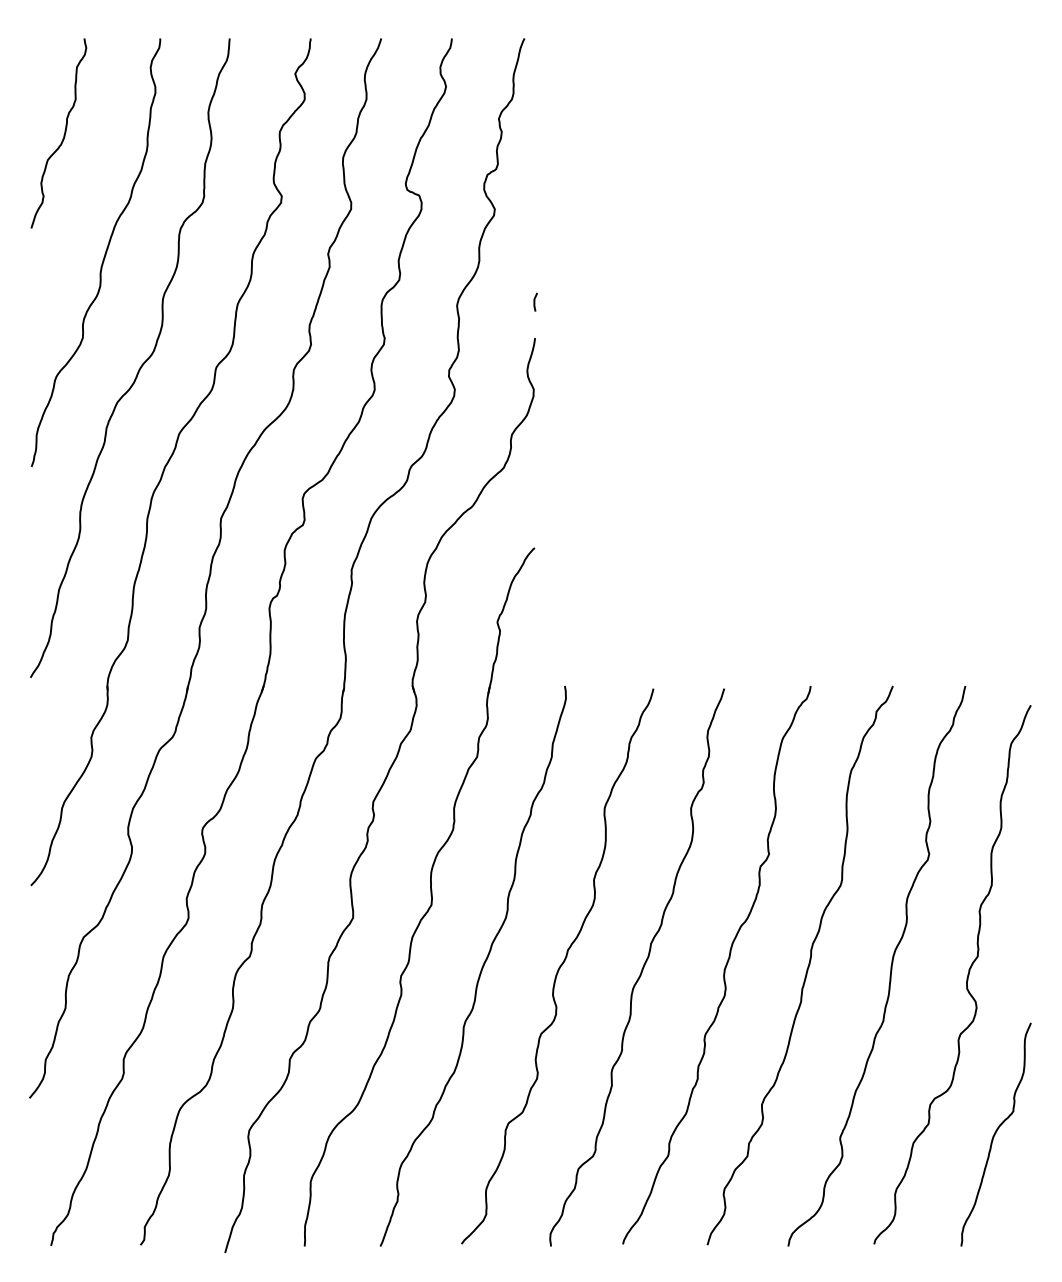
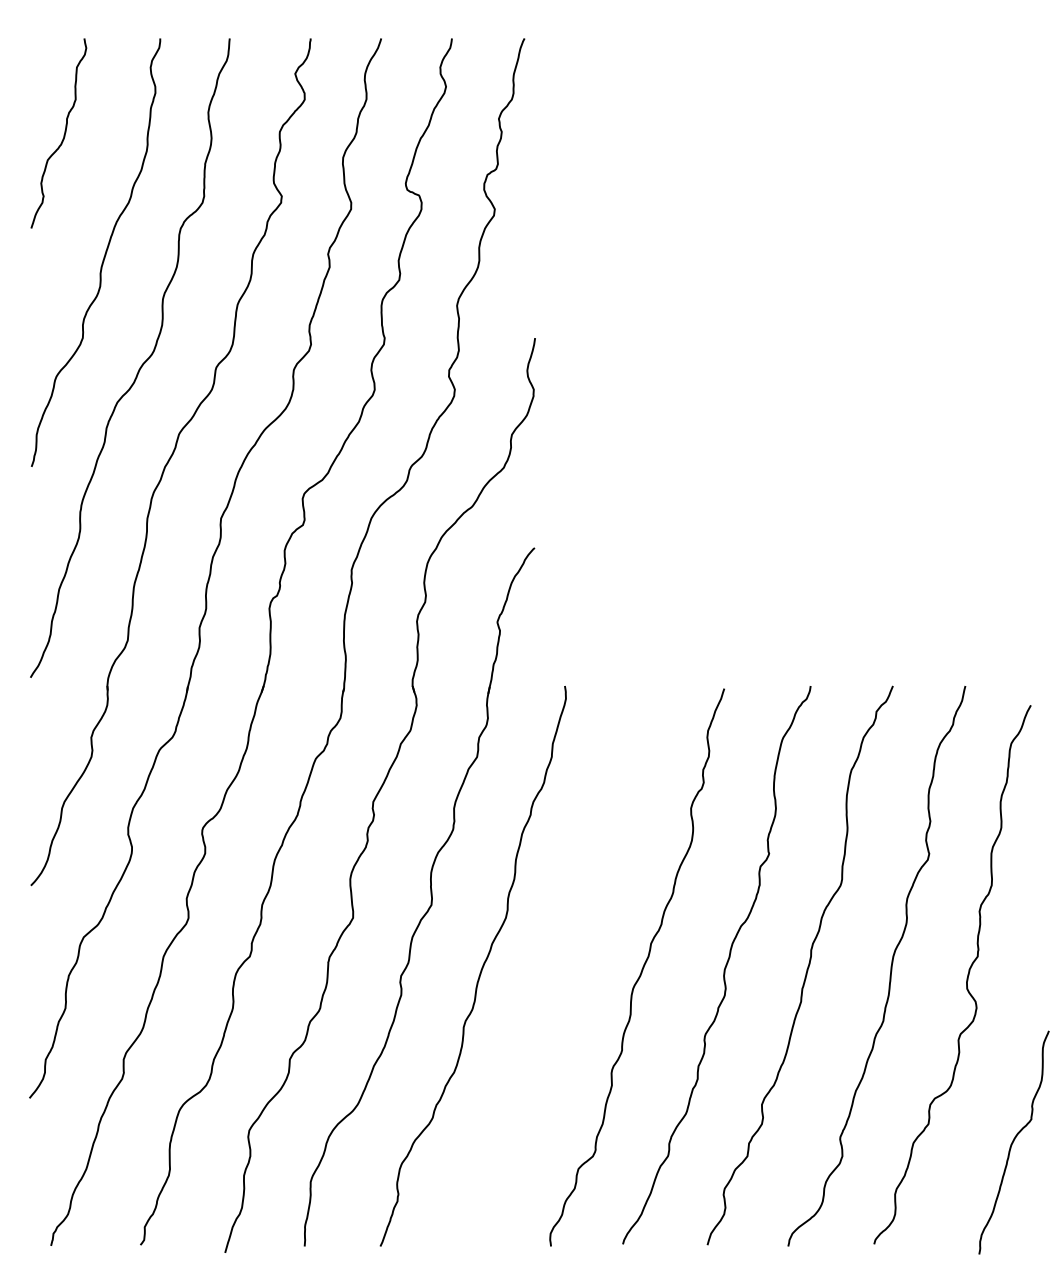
line at (535, 301): present -> none
curve at (558, 967): present -> none
curve at (995, 1134) position: (995, 1134) -> (1013, 1142)
